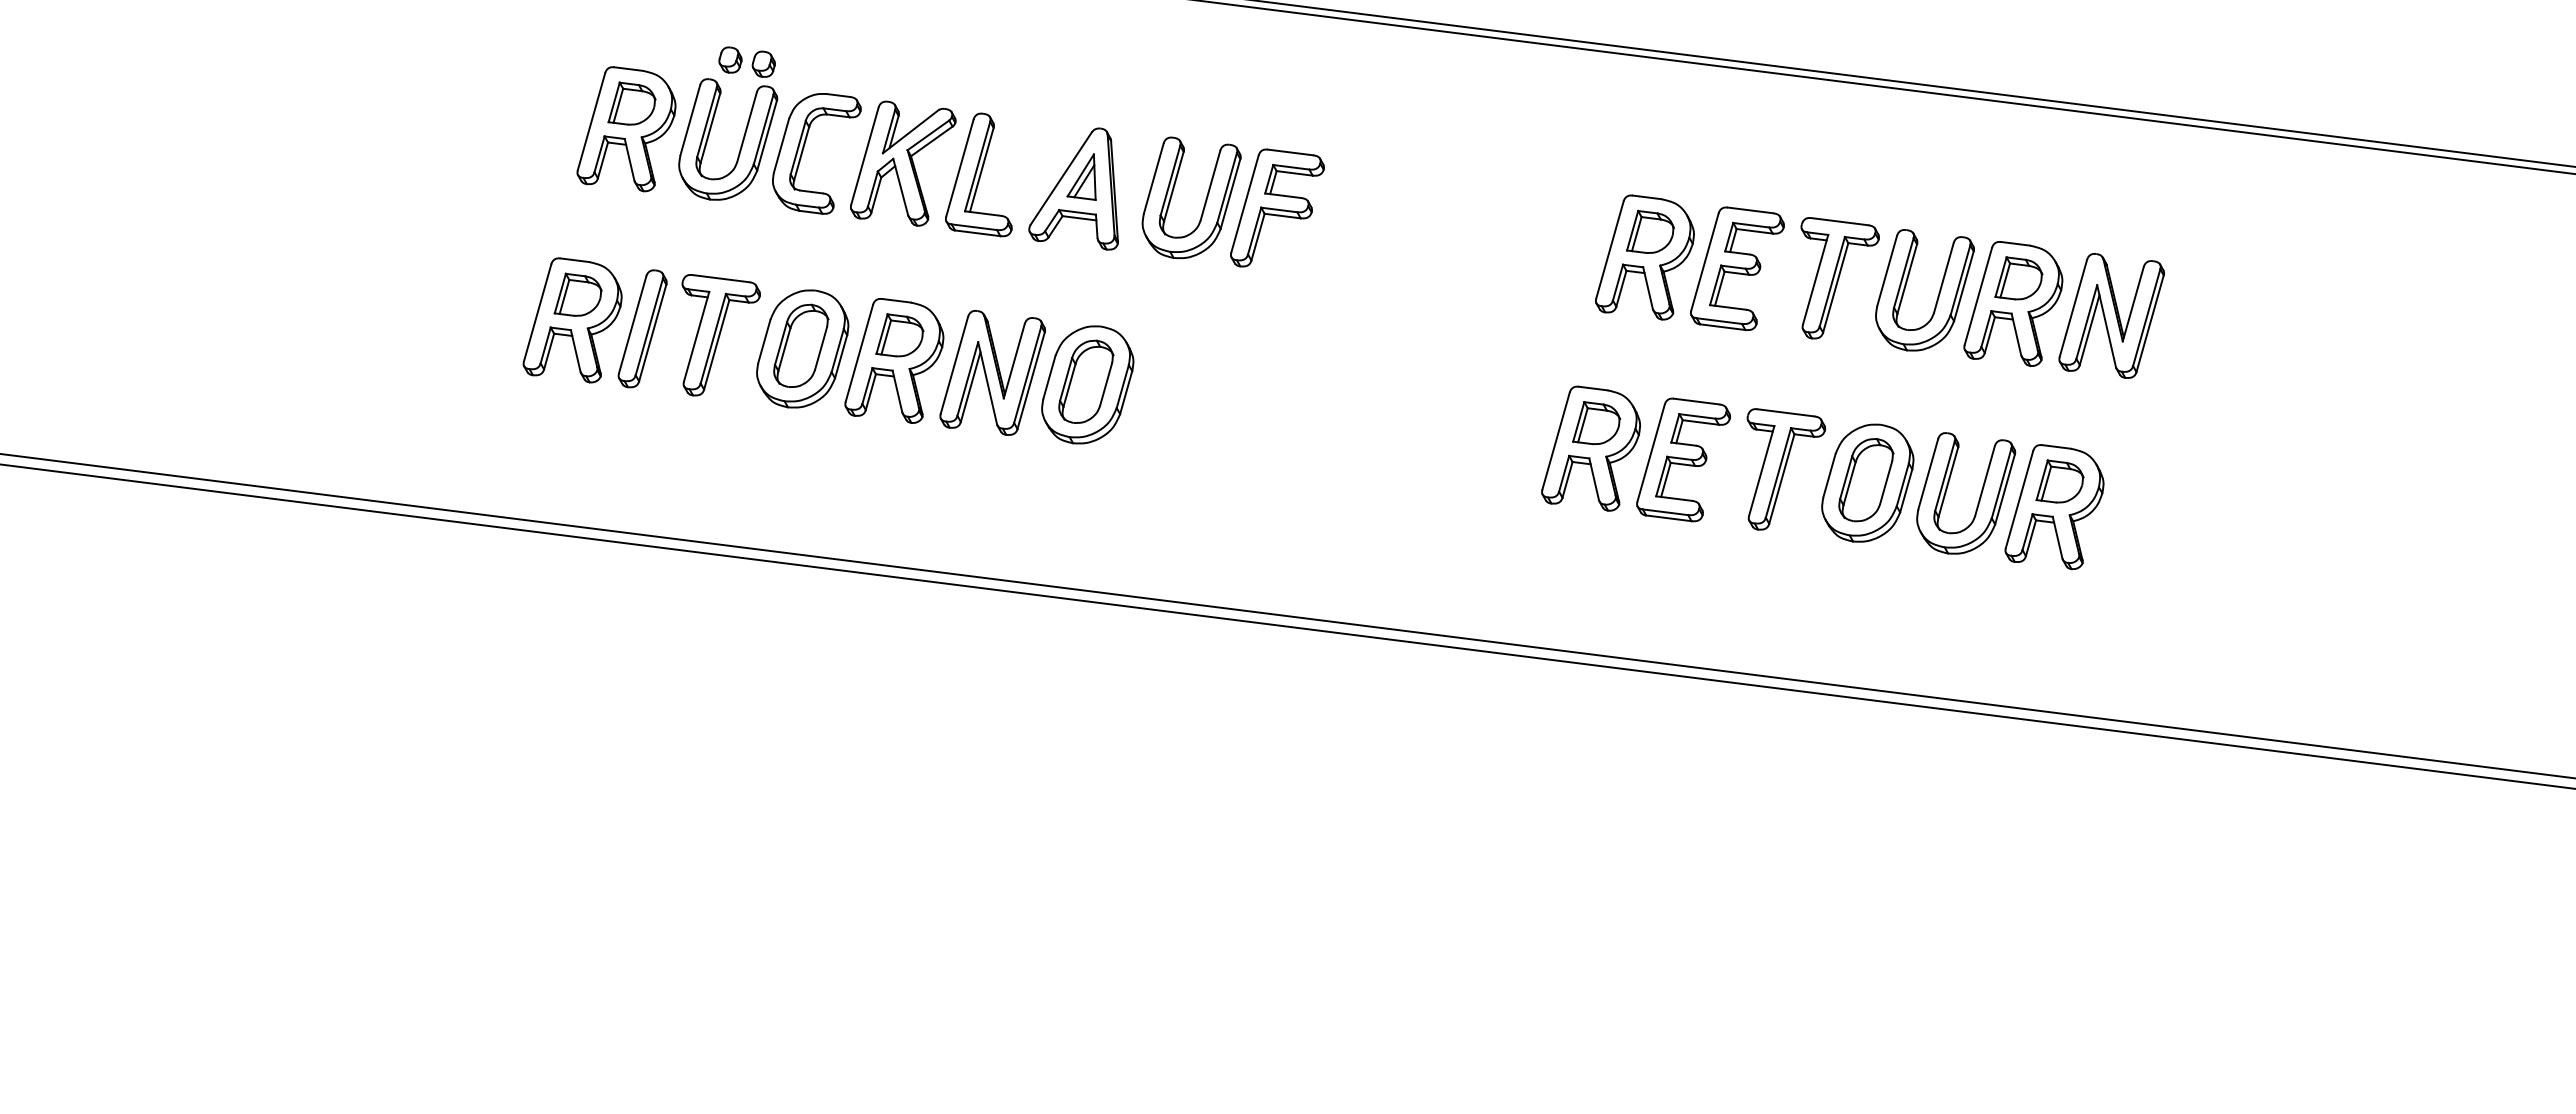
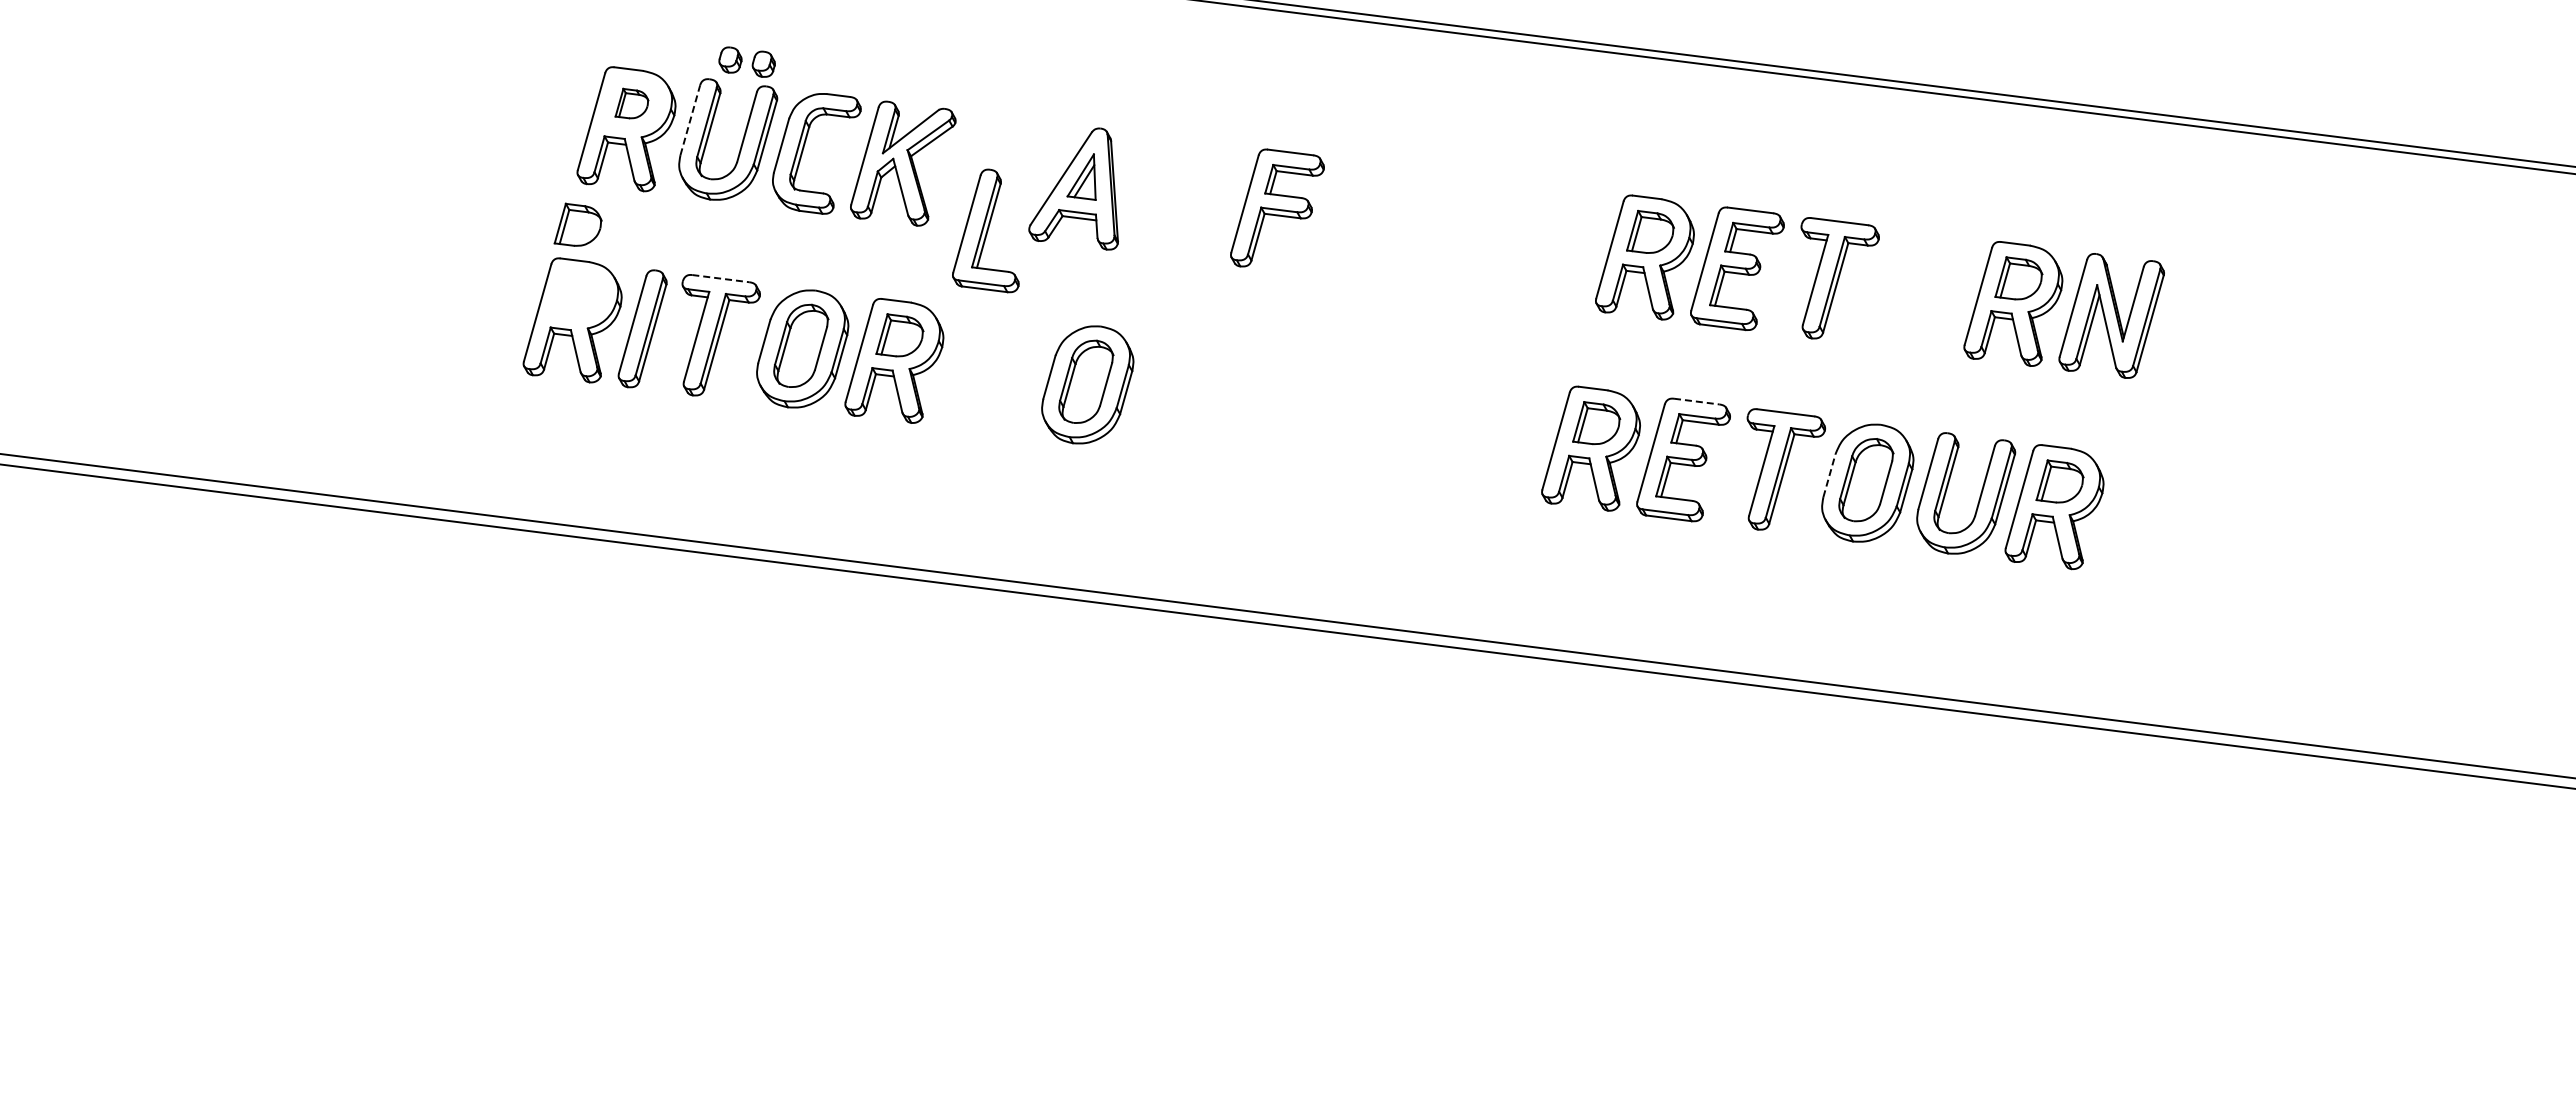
part at (631, 103) size: 50x45 px -> 36x33 px
line at (690, 119): solid -> dashed
part at (978, 174) position: (978, 174) -> (985, 230)
part at (1204, 202): present -> none
line at (720, 278): solid -> dashed
part at (1938, 292): present -> none
part at (577, 294) position: (577, 294) -> (577, 224)
part at (992, 372): present -> none
line at (1696, 401): solid -> dashed
line at (1829, 475): solid -> dashed
